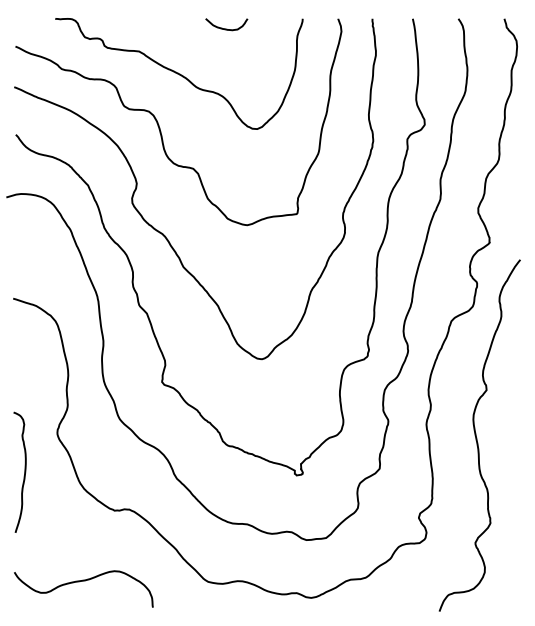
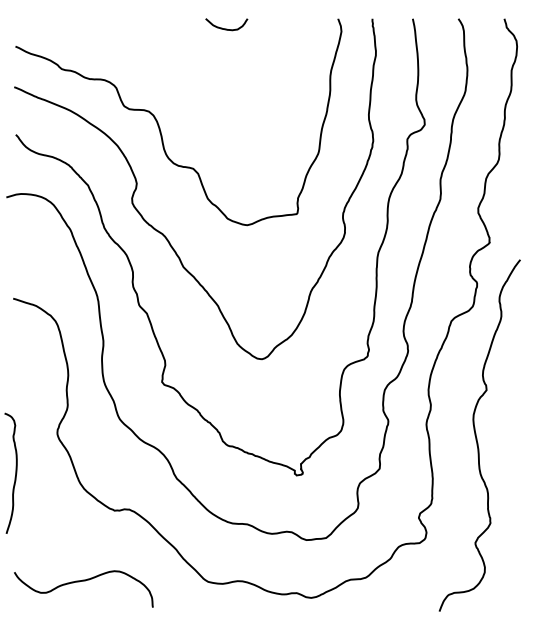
curve at (179, 73): present -> none
curve at (24, 471) position: (24, 471) -> (15, 472)
